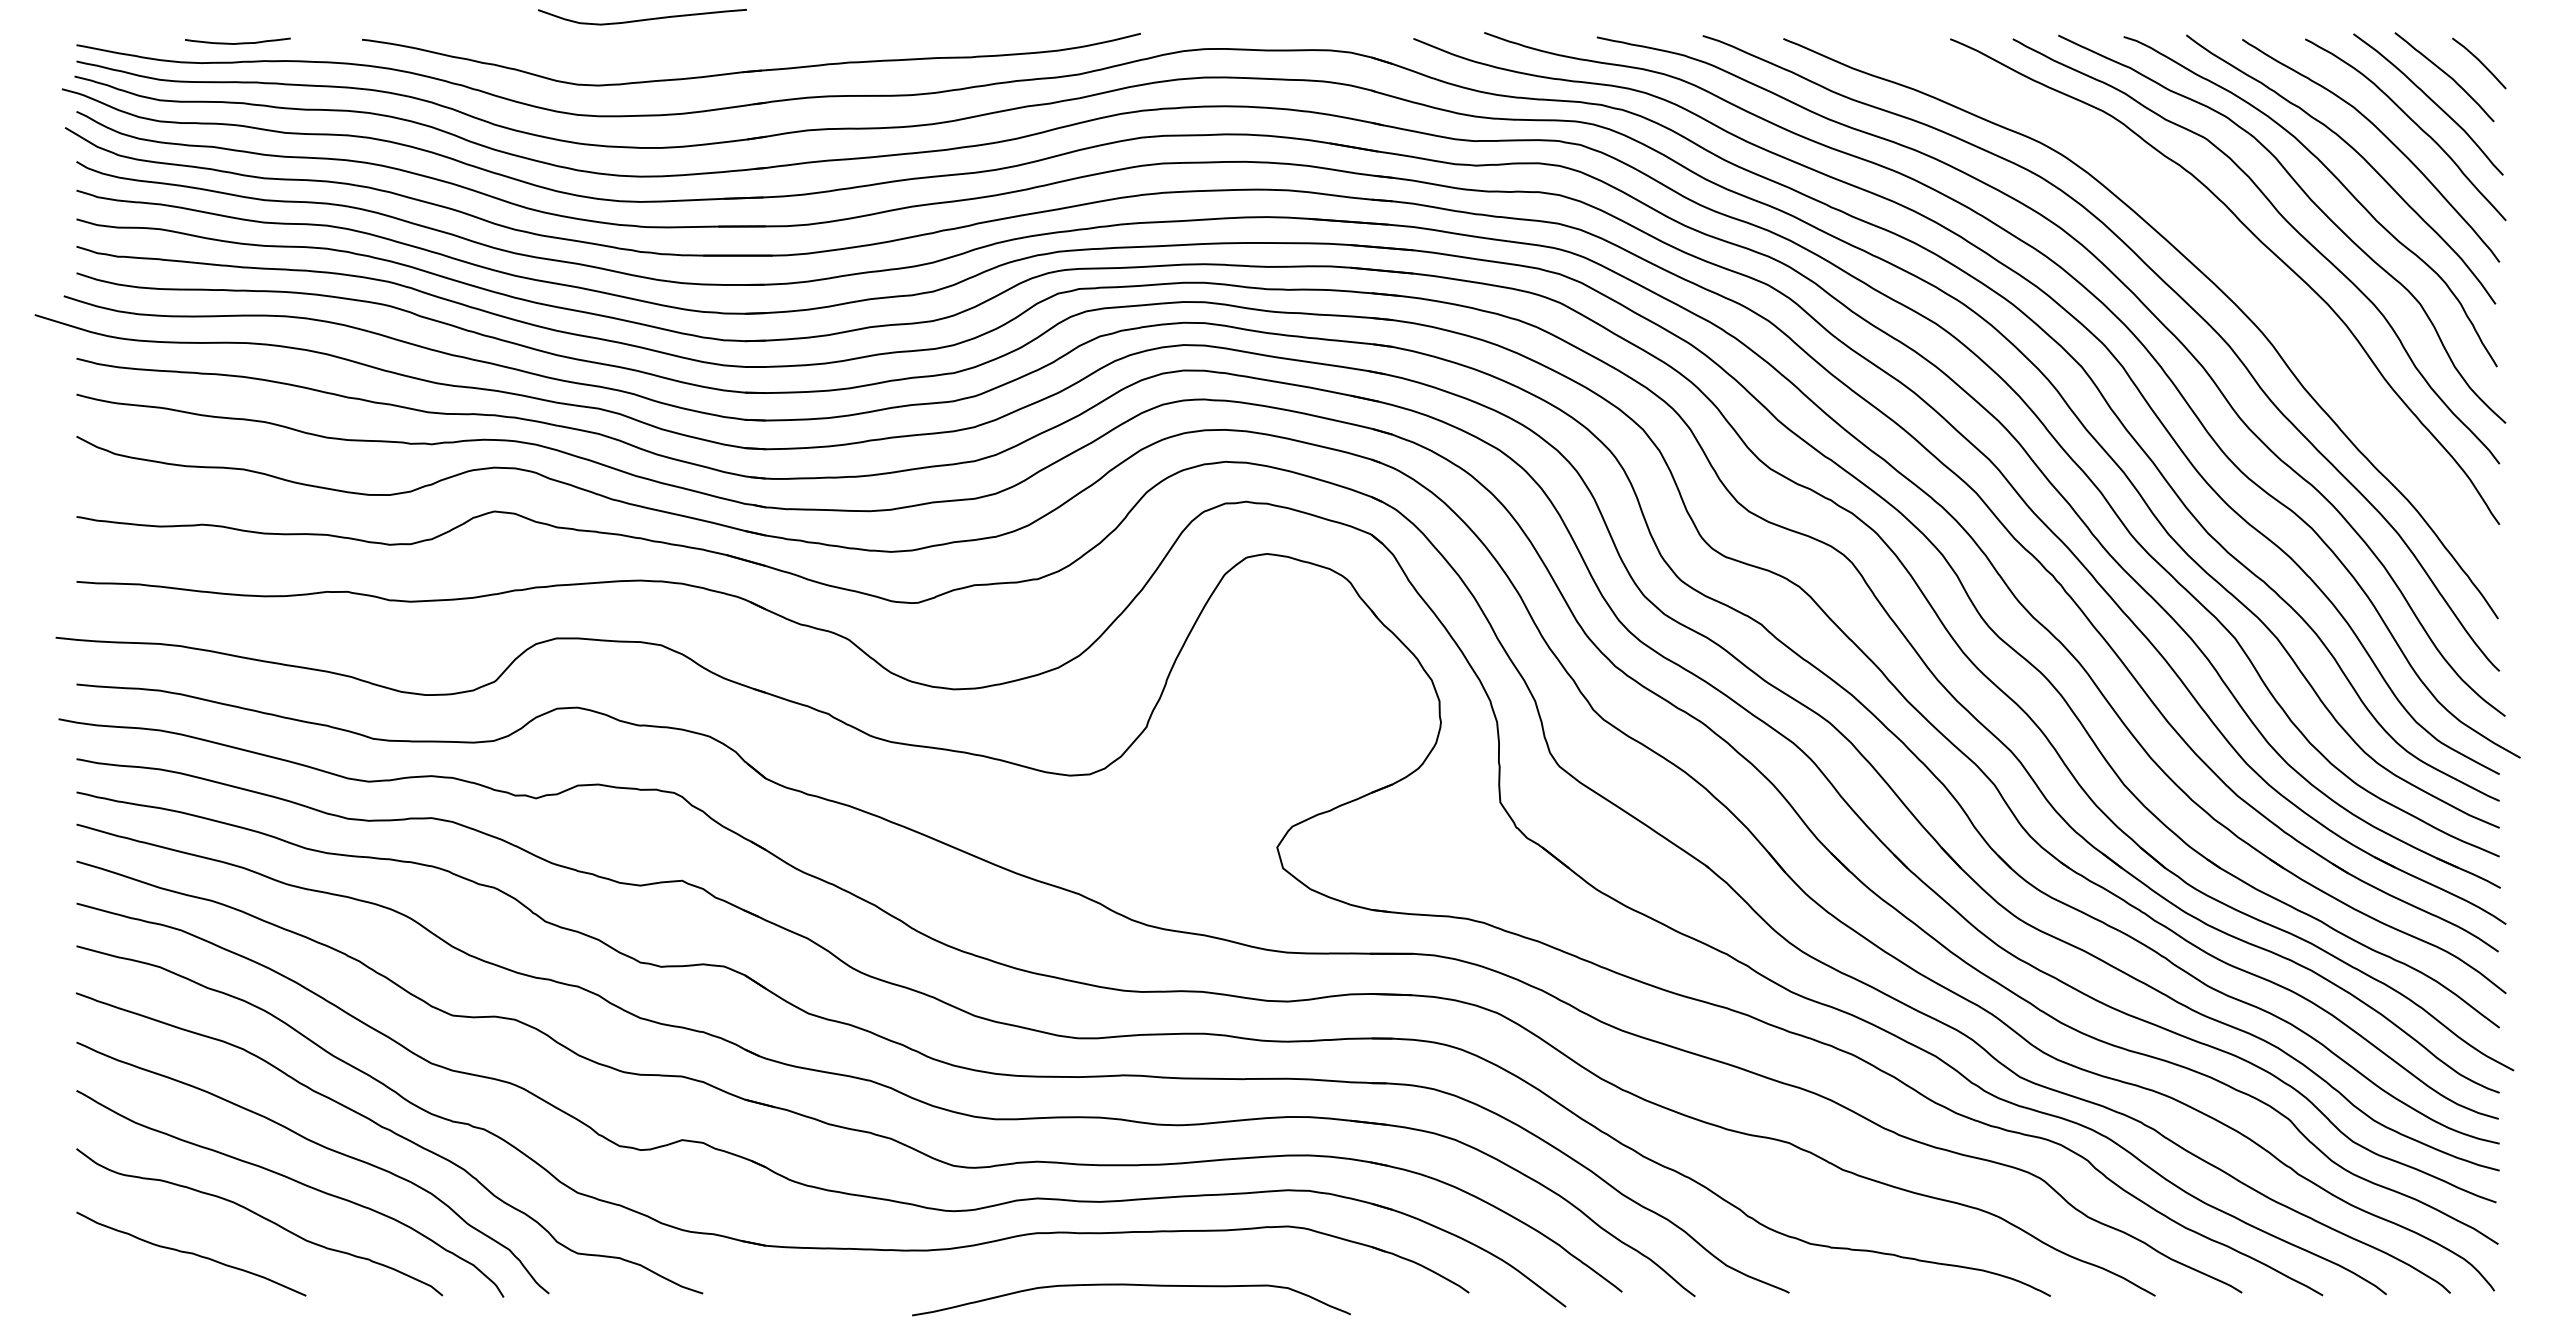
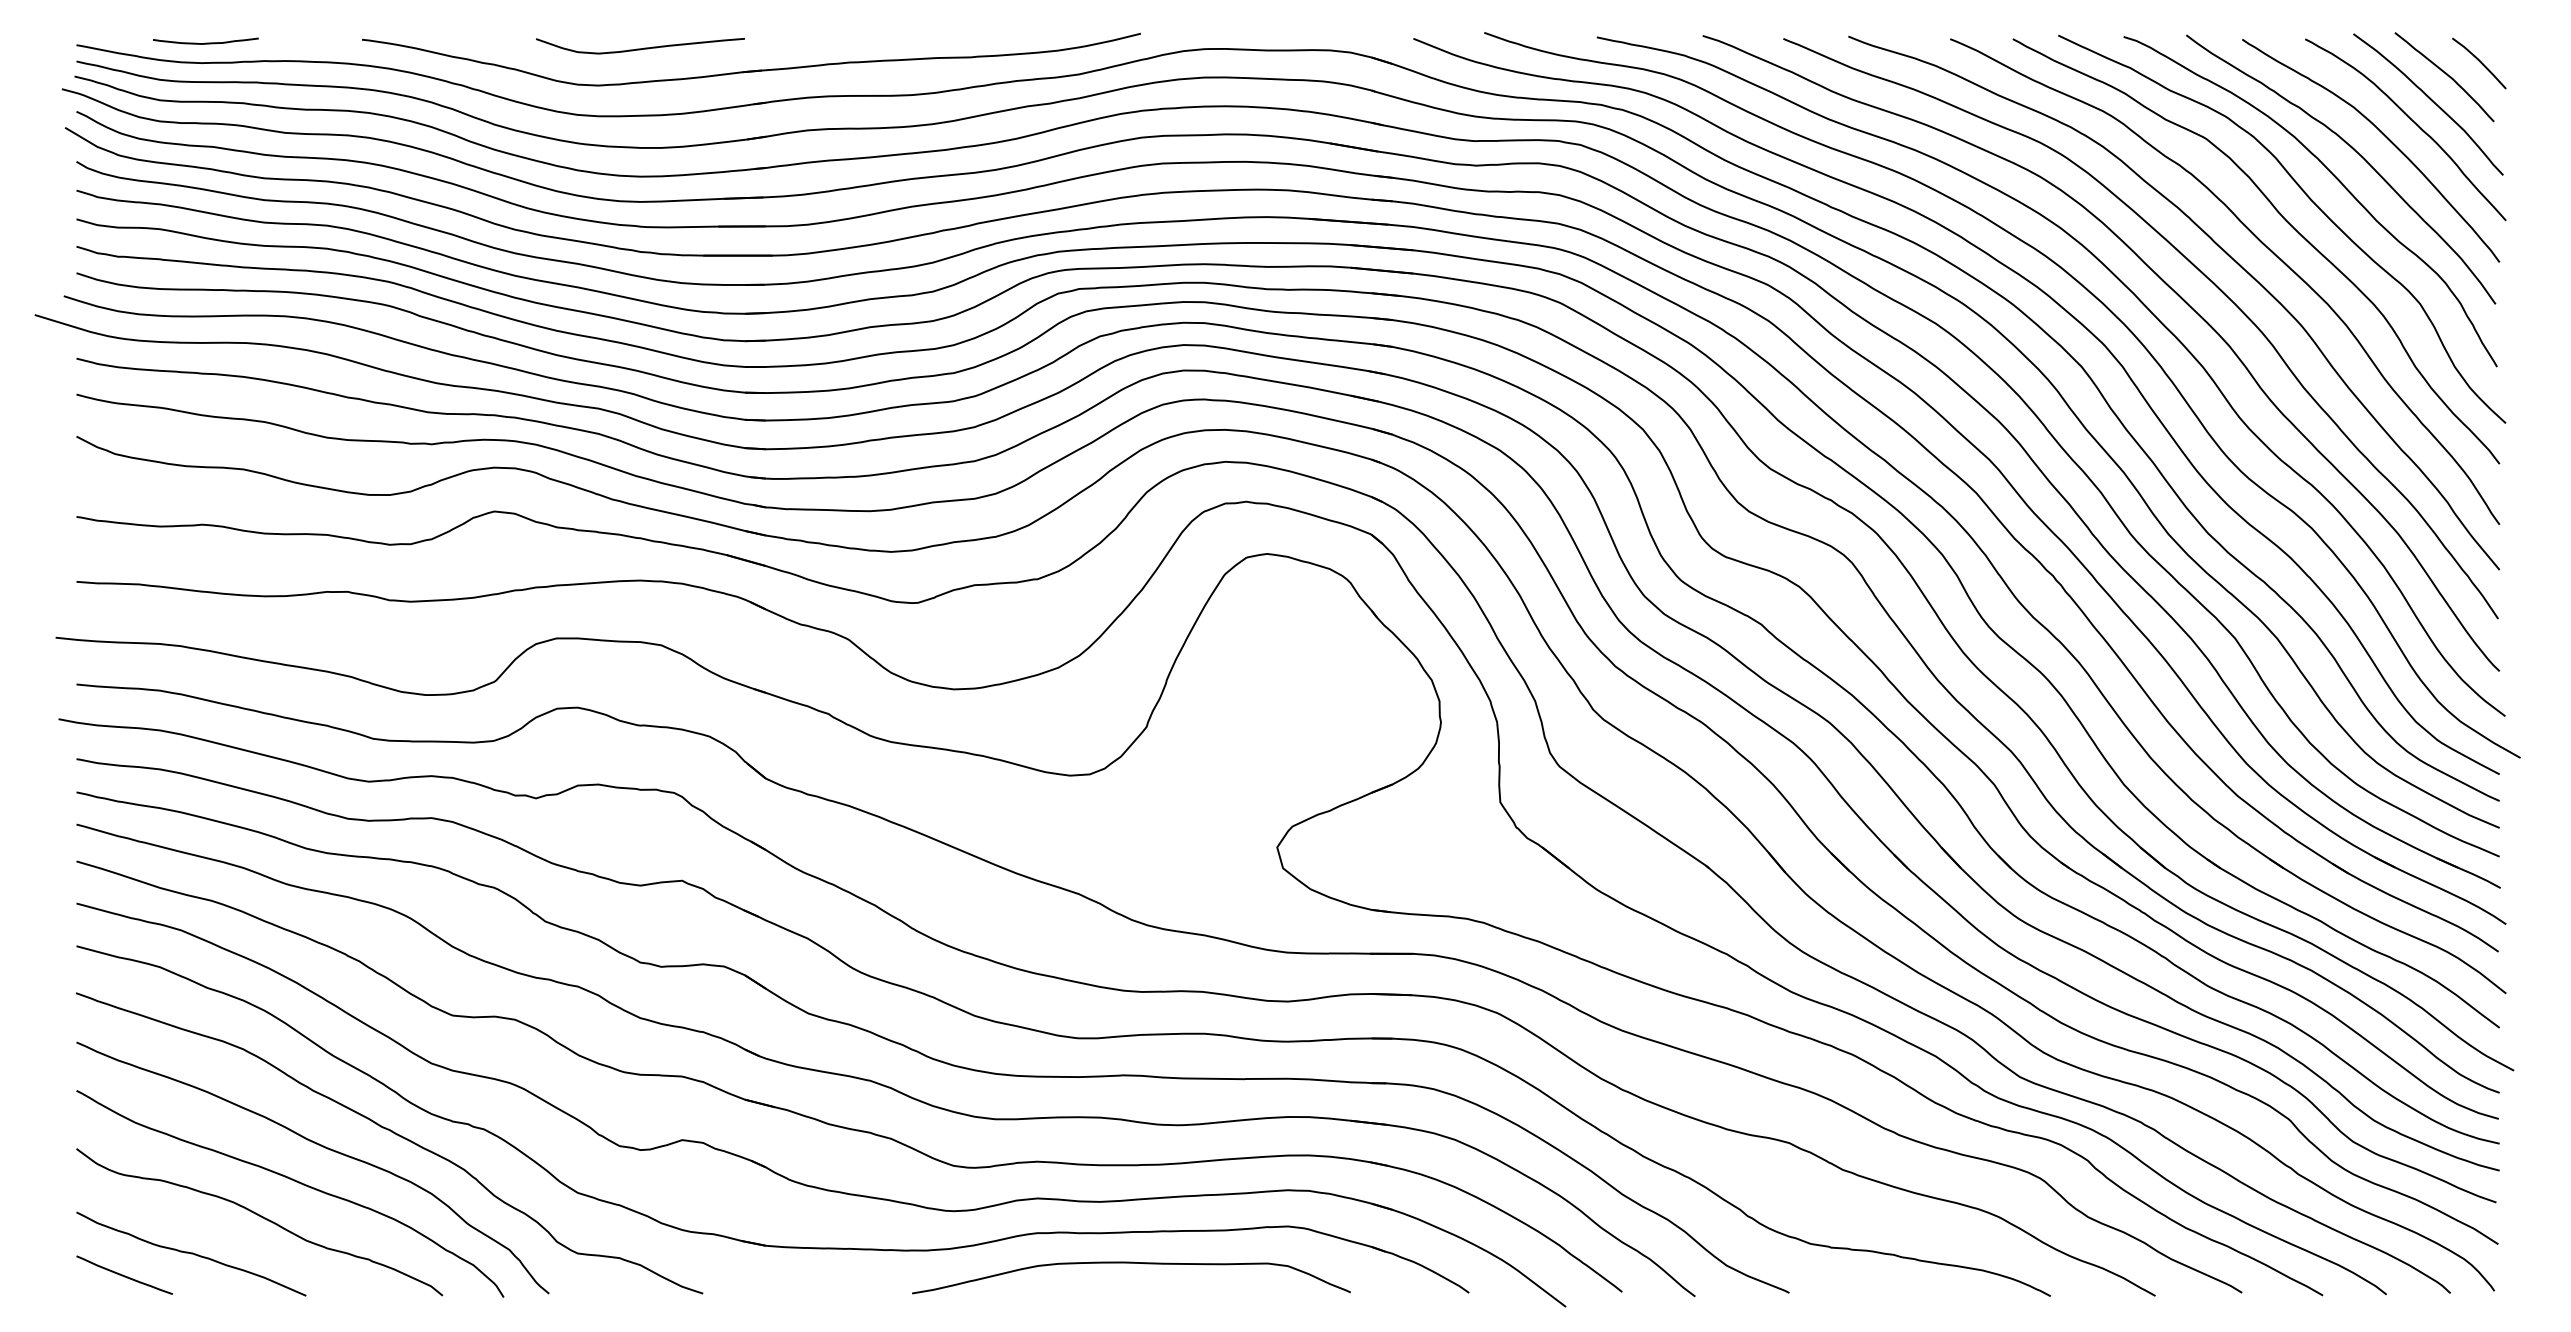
curve at (642, 19) position: (642, 19) -> (640, 48)
curve at (237, 42) position: (237, 42) -> (205, 42)
curve at (2217, 246): none -> present
curve at (123, 1274): none -> present
curve at (1131, 1285) position: (1131, 1285) -> (1131, 1263)
